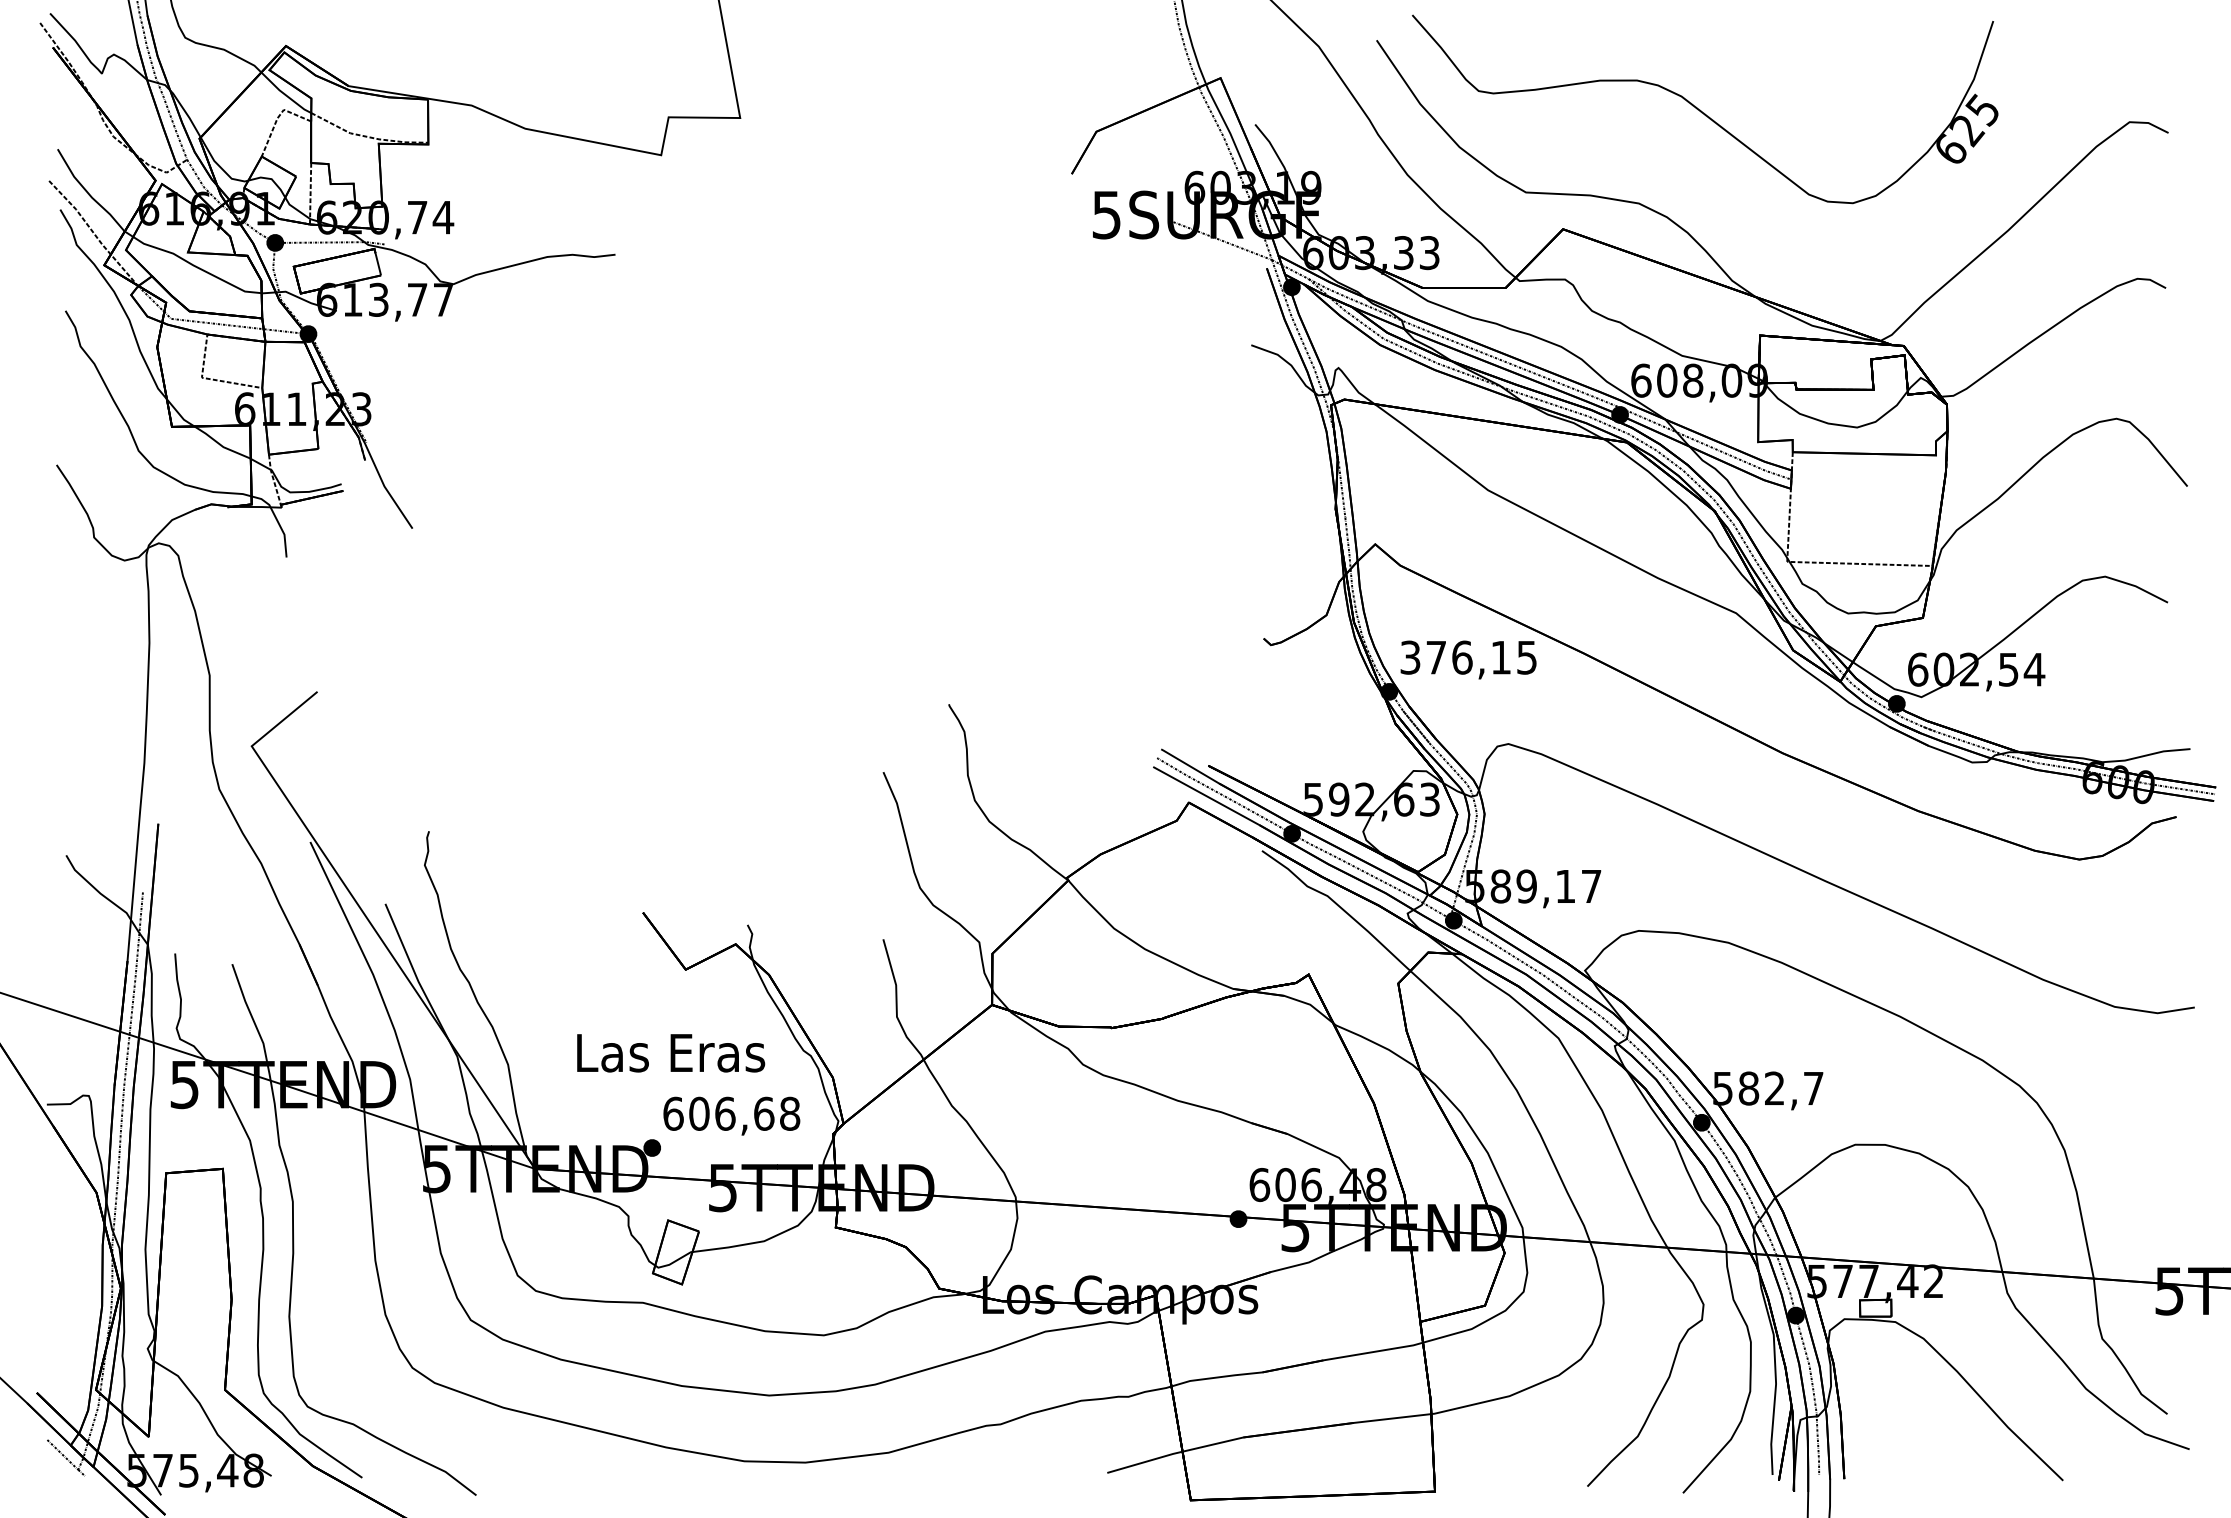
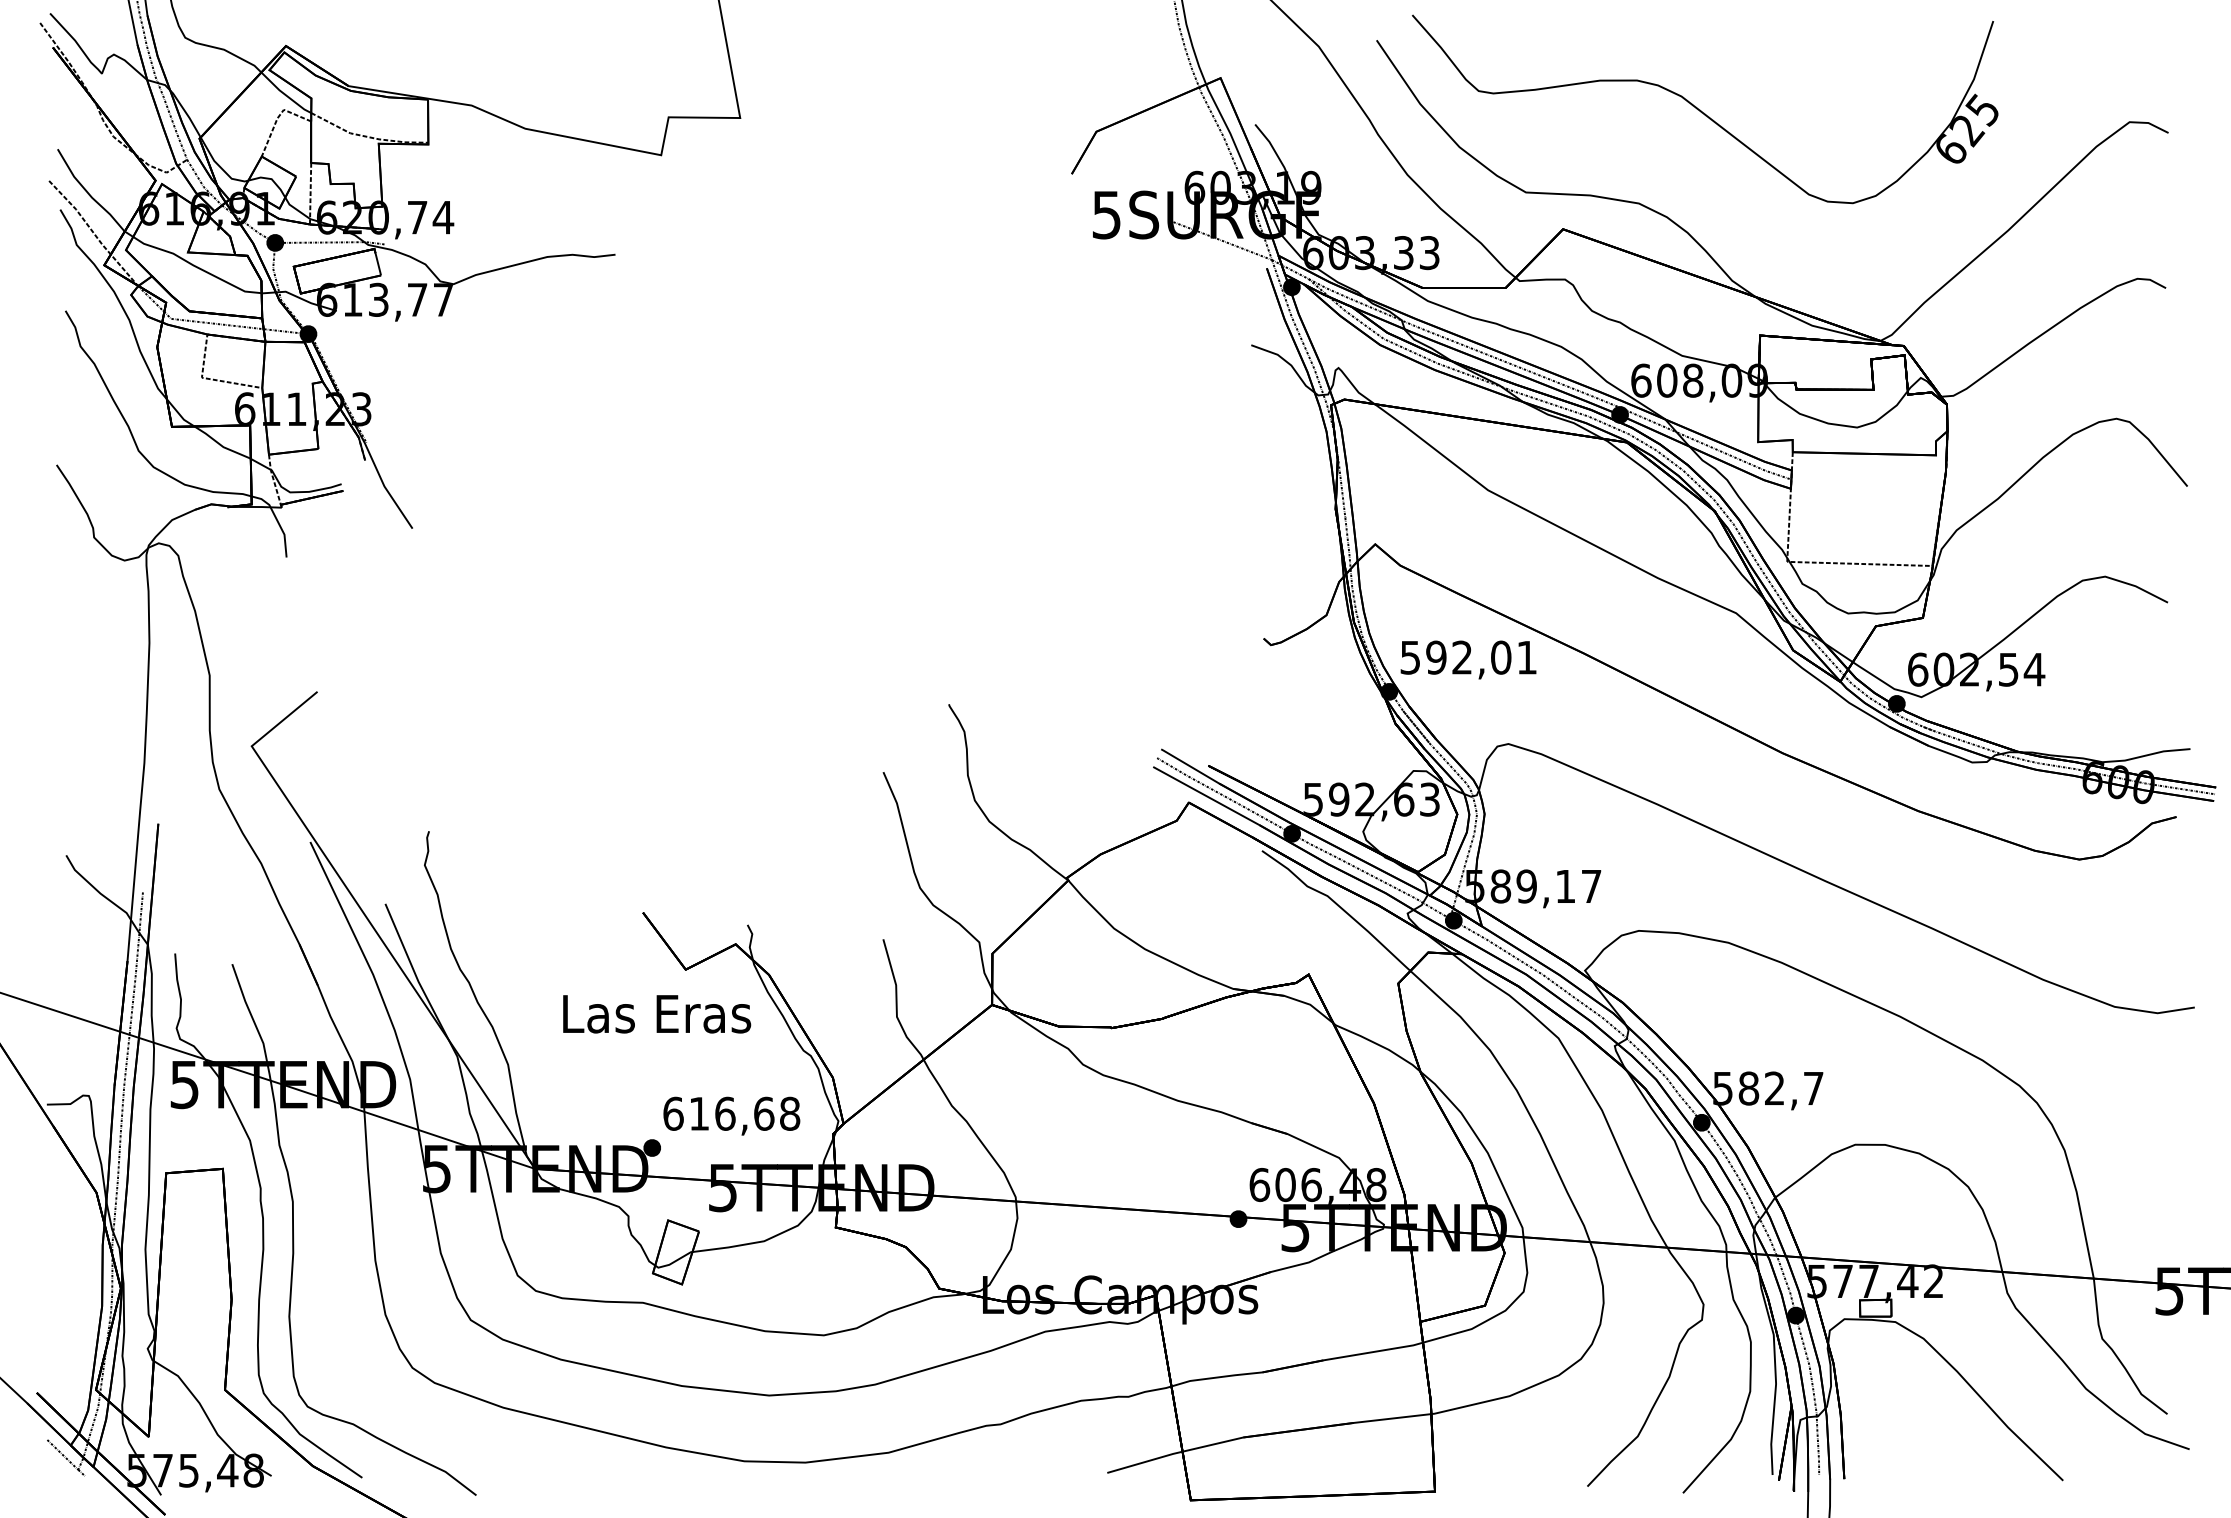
text at (1468, 657): 376,15 -> 592,01
text at (671, 1053) position: (671, 1053) -> (657, 1014)
text at (699, 1113): 606,68 -> 616,68
